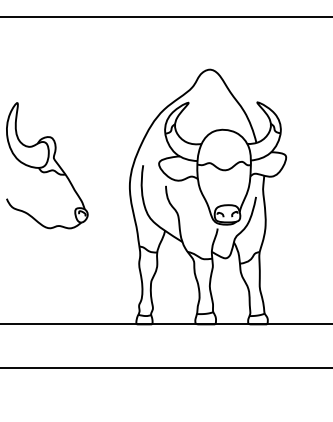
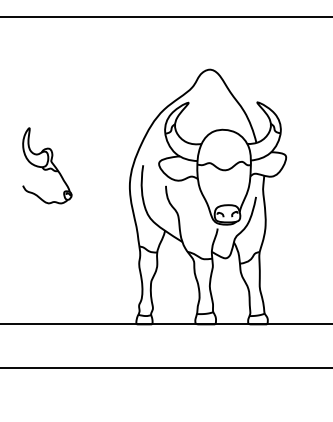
part at (47, 165) size: 83x128 px -> 51x78 px
